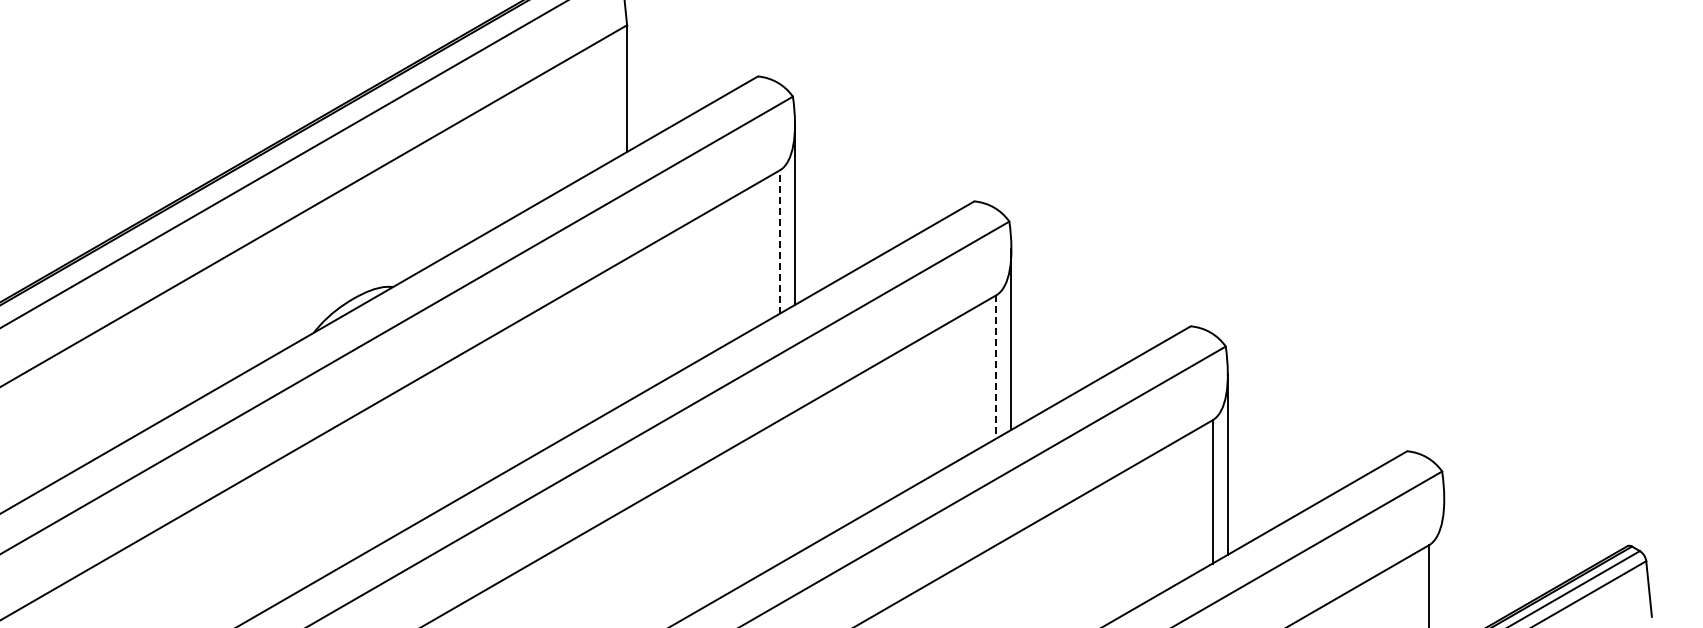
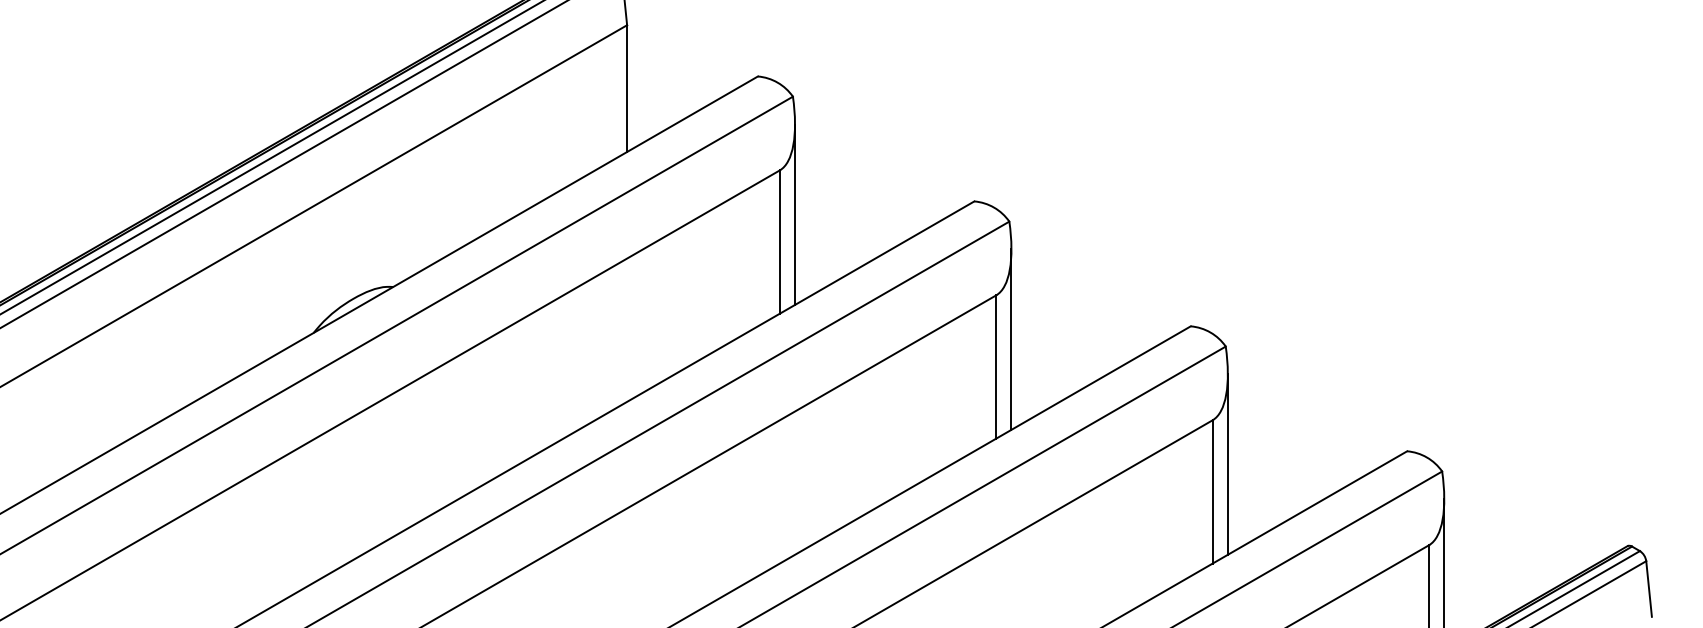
line at (271, 157): none -> present
line at (779, 242): dashed -> solid
line at (996, 366): dashed -> solid
line at (1444, 561): none -> present
